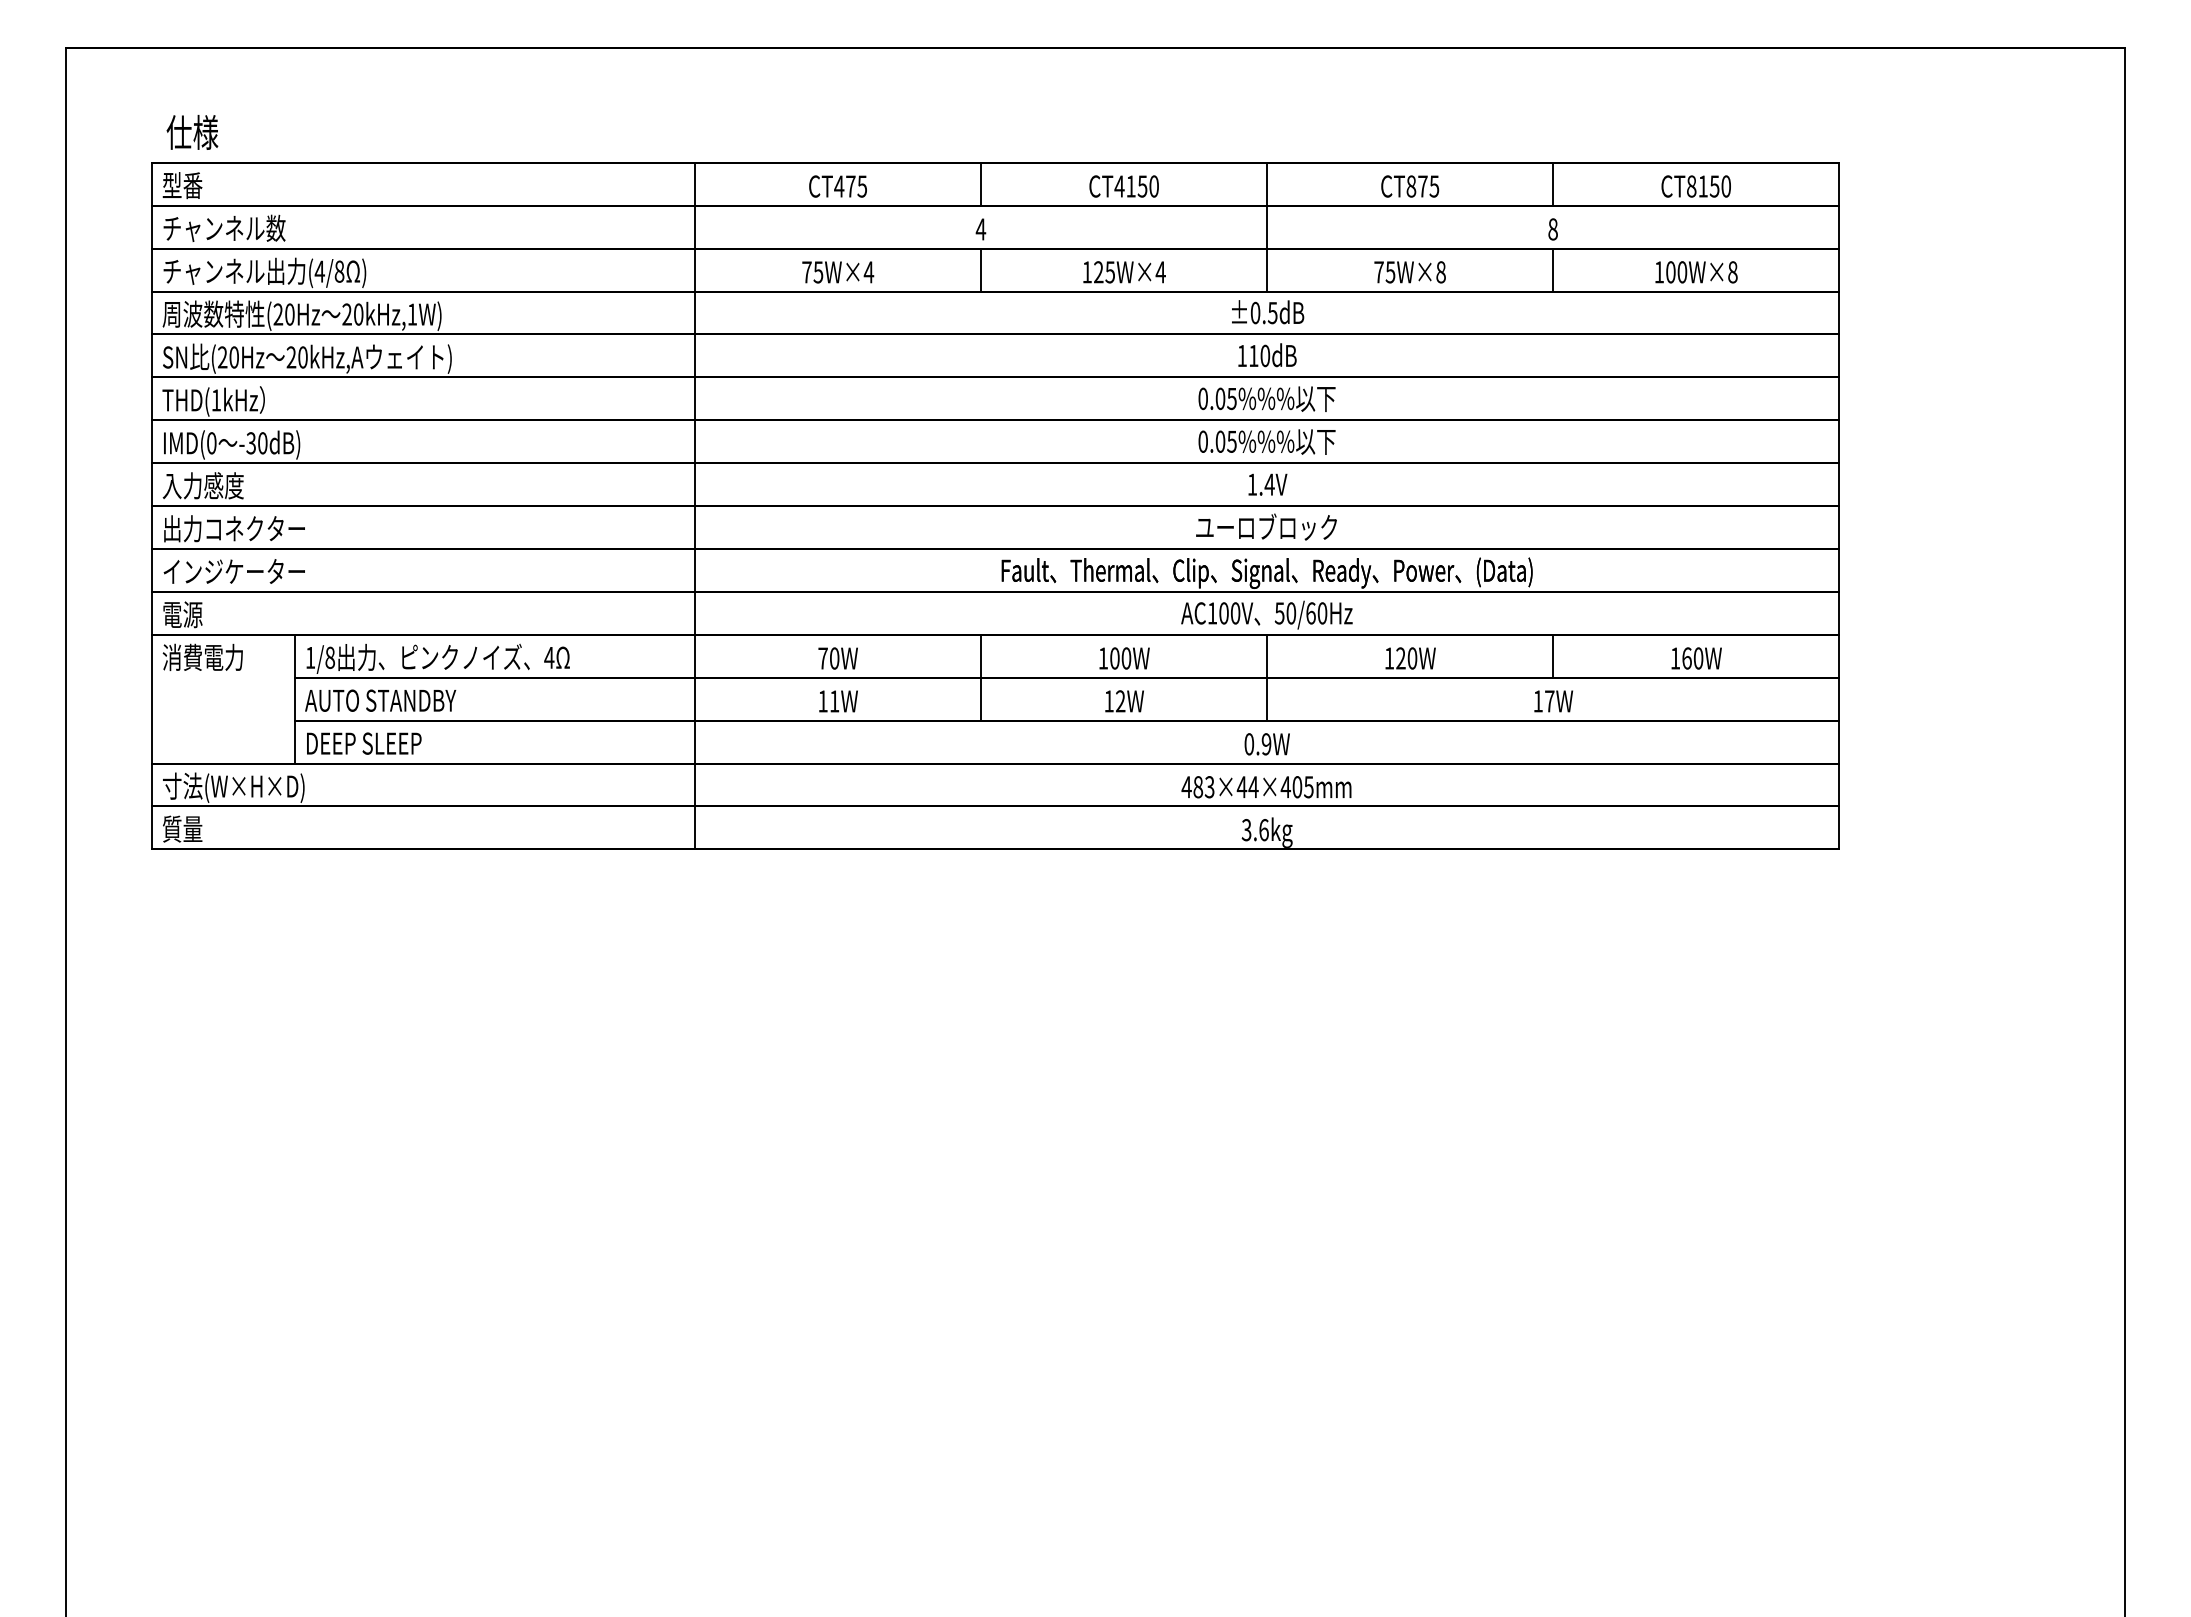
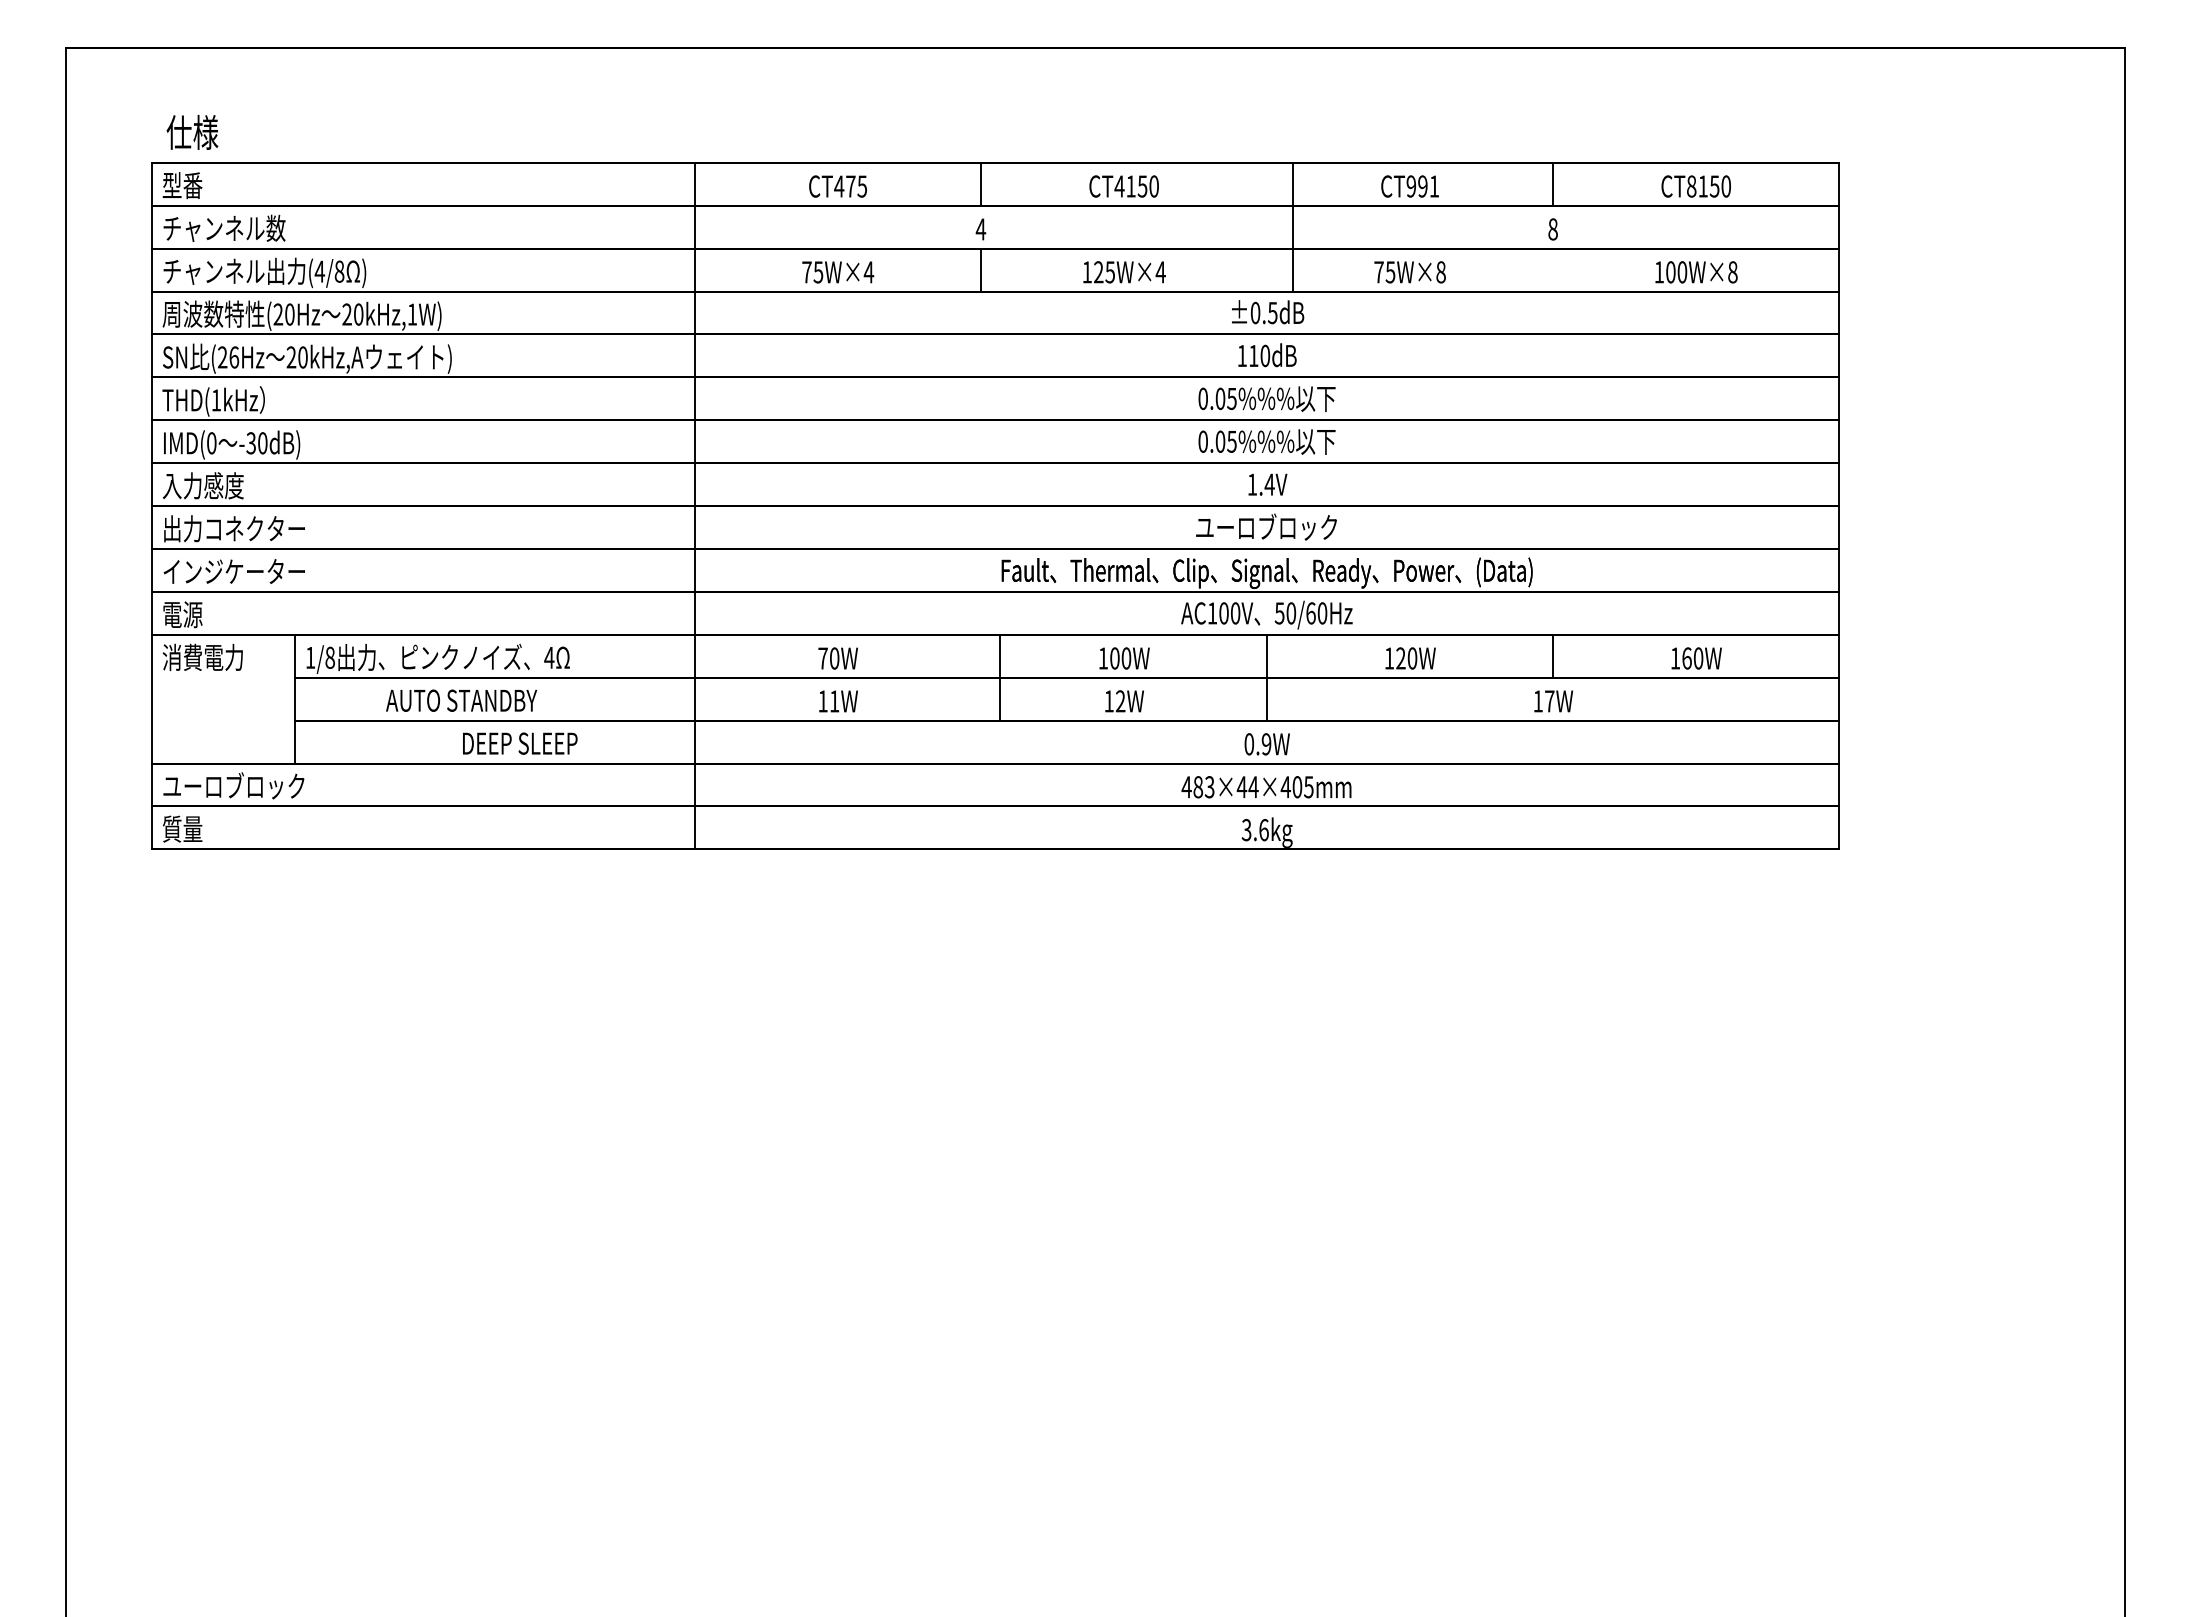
text at (1422, 186): CT875 -> CT991
line at (1267, 226) position: (1267, 226) -> (1293, 226)
line at (1553, 269): present -> none
text at (234, 357): (20Hz -> (26Hz
line at (981, 677) position: (981, 677) -> (1000, 677)
text at (380, 700) position: (380, 700) -> (461, 700)
text at (364, 743) position: (364, 743) -> (520, 743)
text at (233, 787): 寸法(W×H×D) -> ユーロブロック
